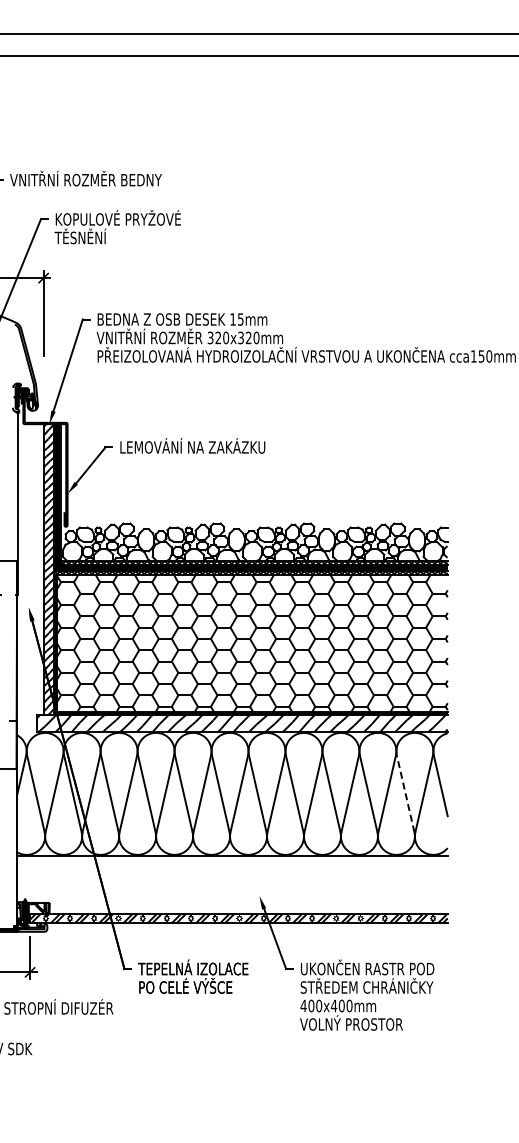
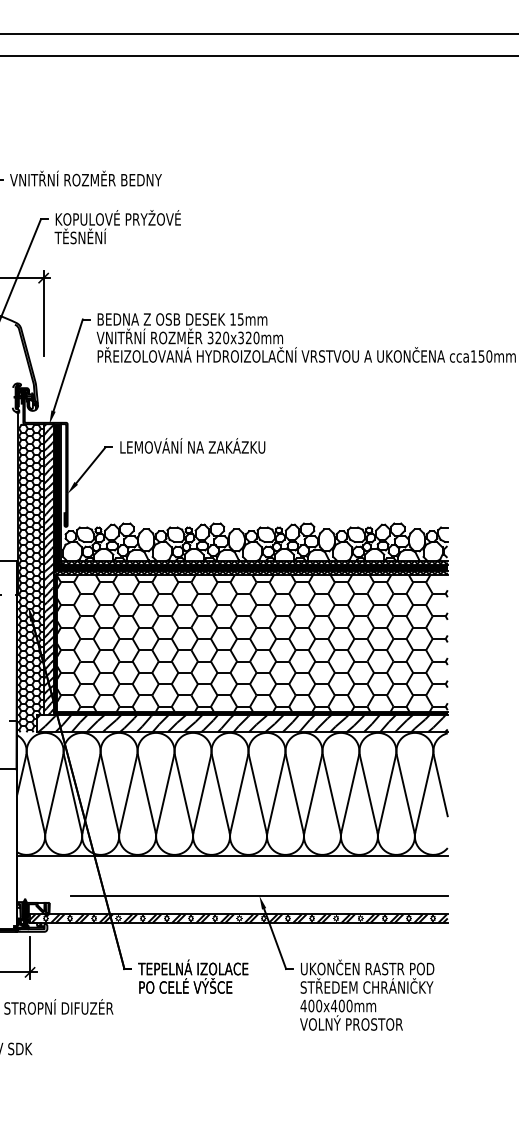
hatch at (30, 578): none -> present
line at (405, 793): dashed -> solid
line at (259, 896): none -> present
